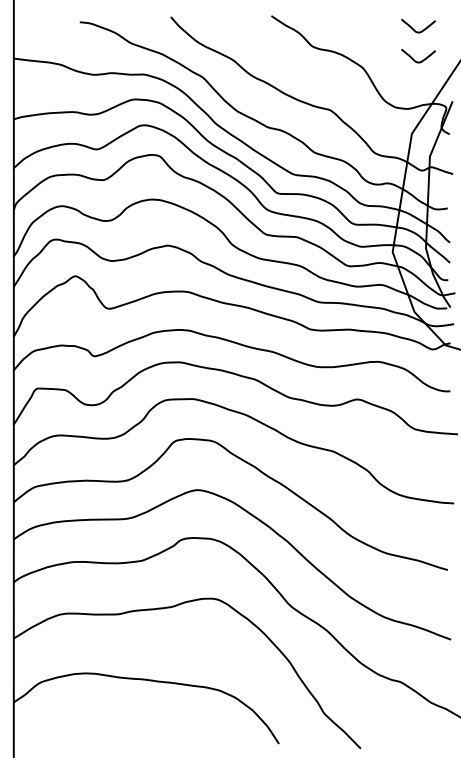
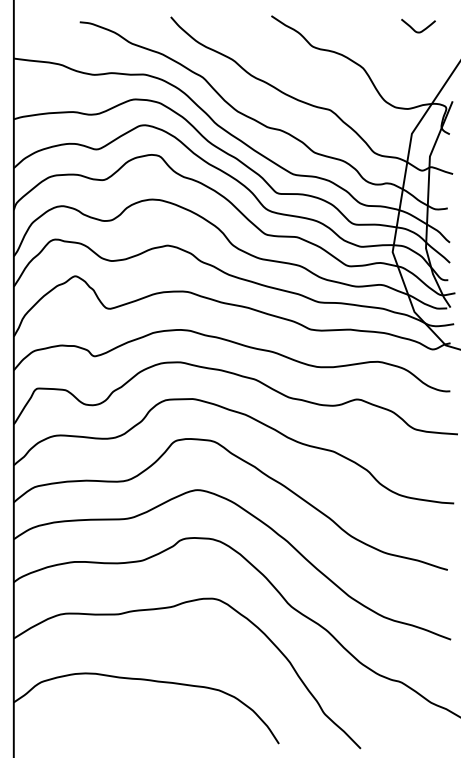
curve at (414, 59): present -> none
